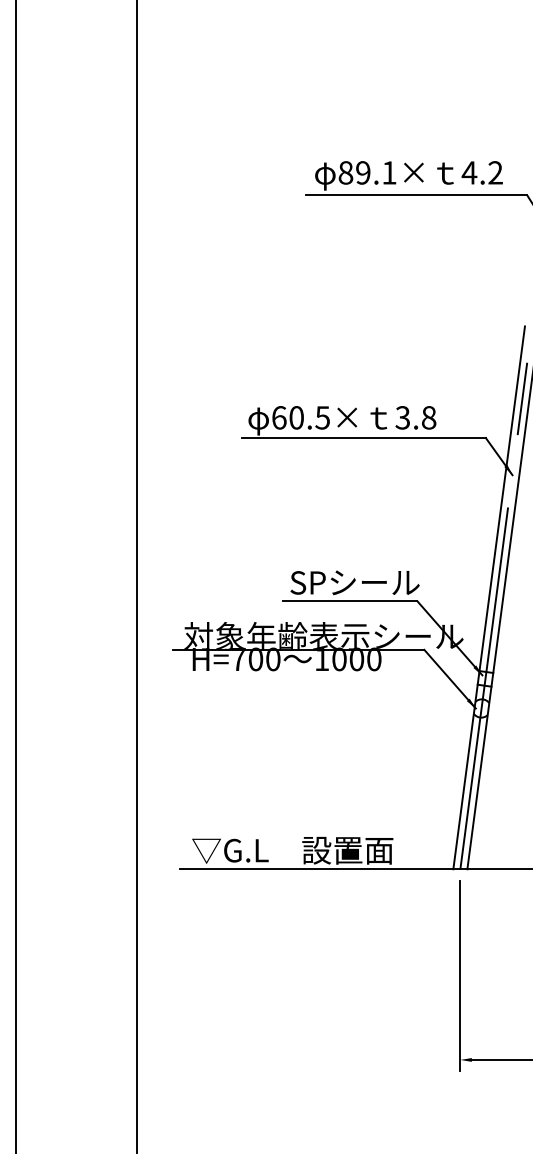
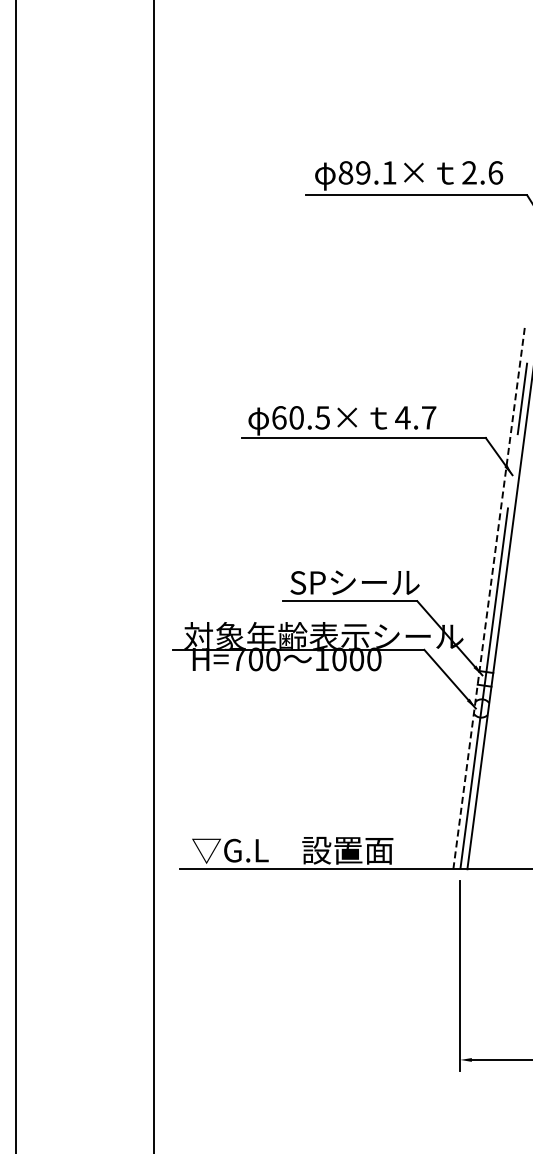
text at (482, 172): 4.2 -> 2.6
text at (415, 417): 3.8 -> 4.7
line at (136, 576) position: (136, 576) -> (153, 576)
line at (489, 597): solid -> dashed
